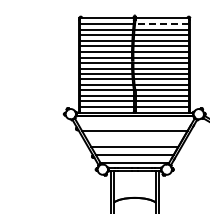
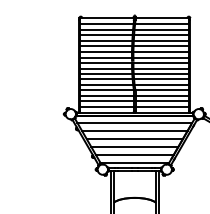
line at (161, 24): dashed -> solid
line at (134, 122): none -> present
line at (134, 138): none -> present
